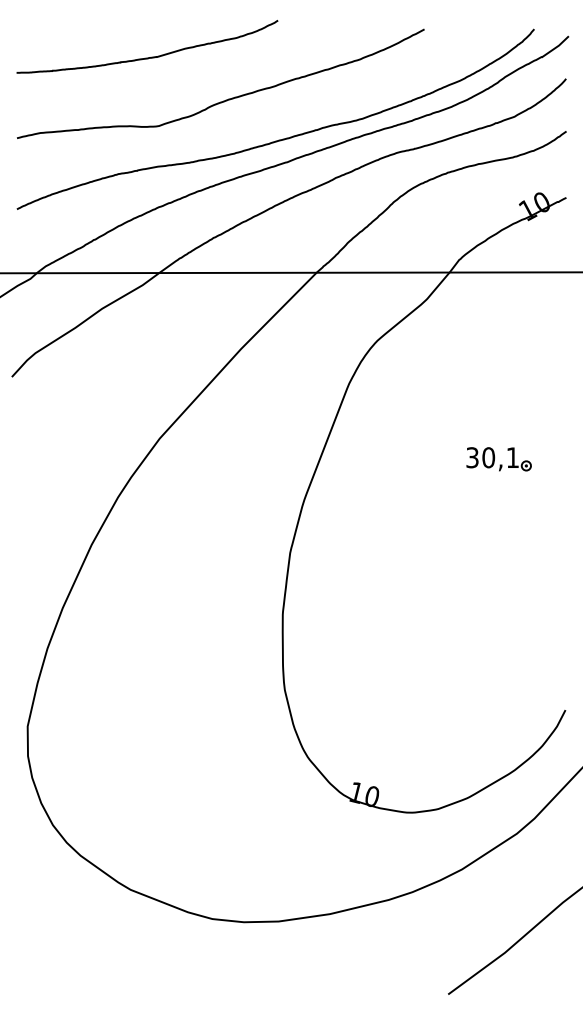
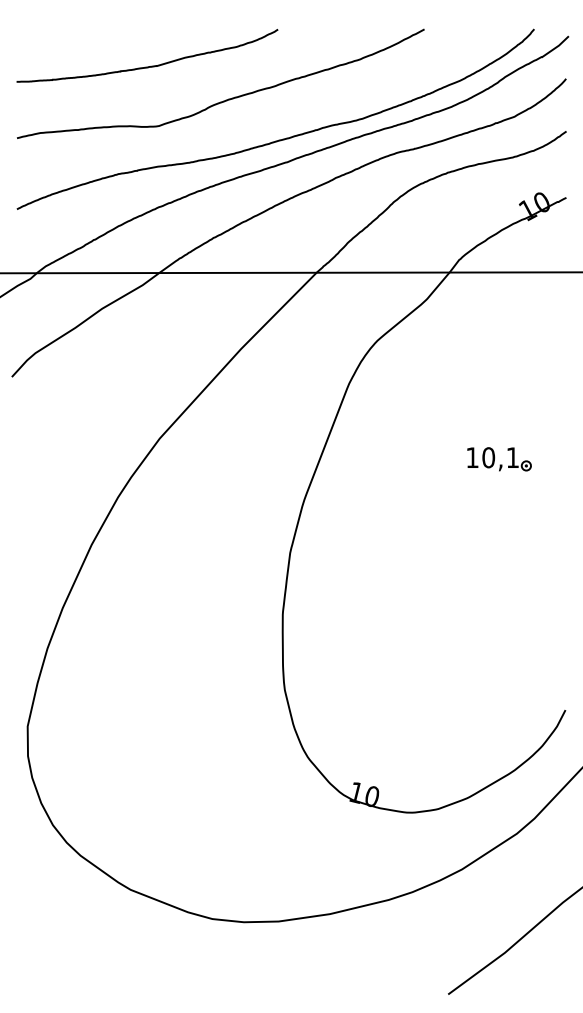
curve at (151, 56) position: (151, 56) -> (151, 65)
text at (472, 457): 30,1 -> 10,1
